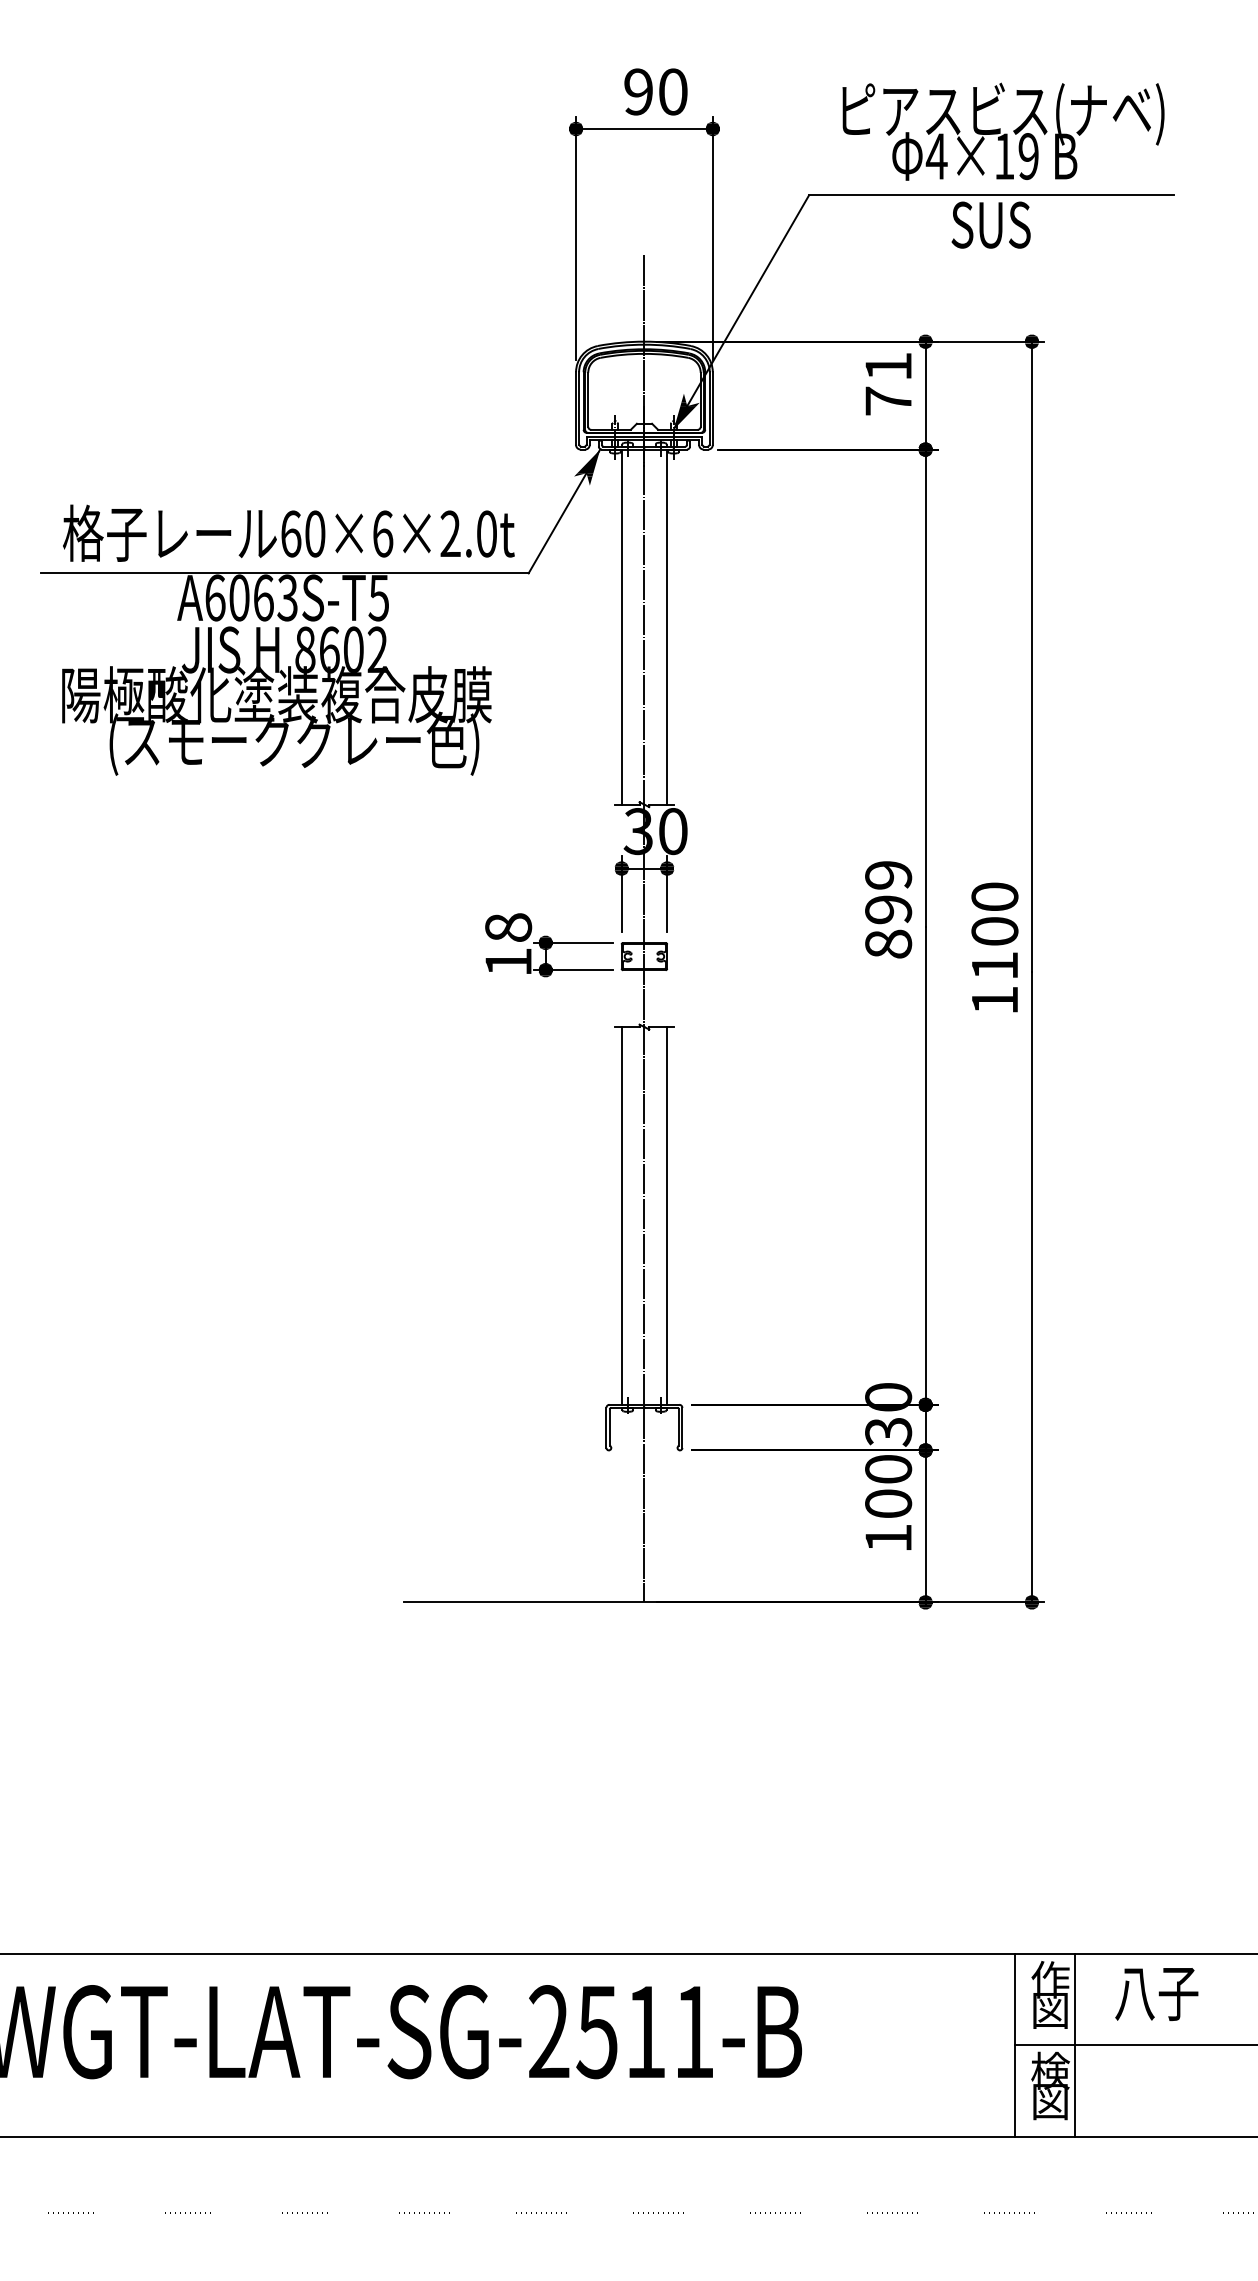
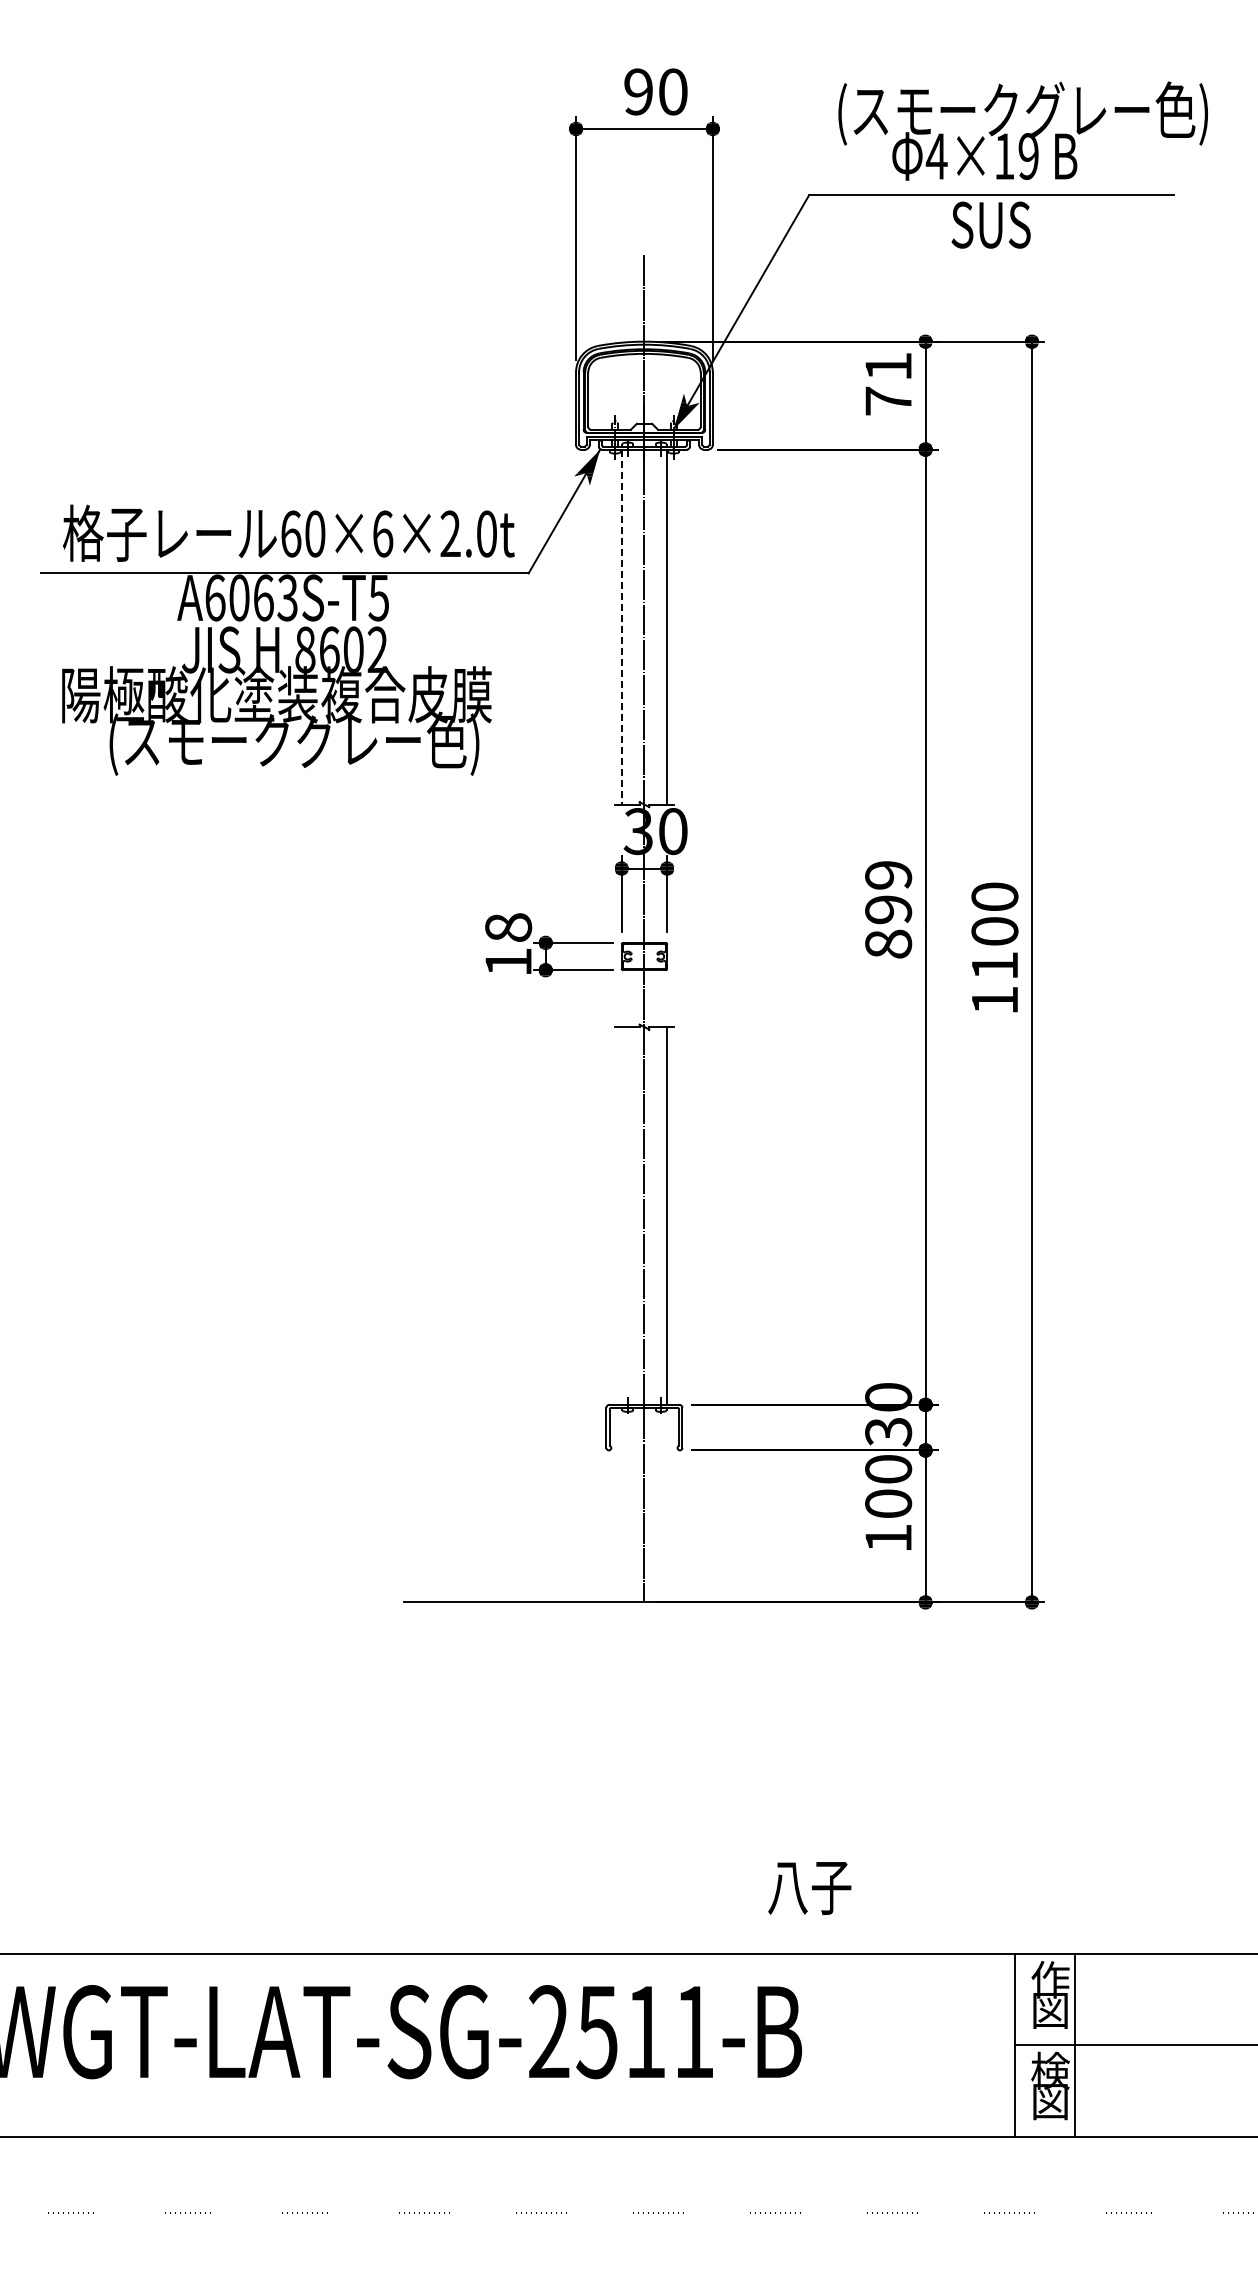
text at (1023, 113): ピアスビス(ナベ) -> (スモークグレー色)
line at (621, 627): solid -> dashed
line at (621, 1215): present -> none
text at (1156, 1994) position: (1156, 1994) -> (809, 1888)
